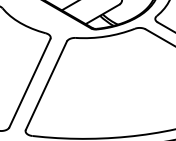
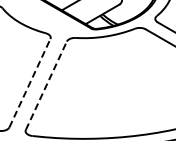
line at (29, 83): solid -> dashed
line at (46, 85): solid -> dashed
